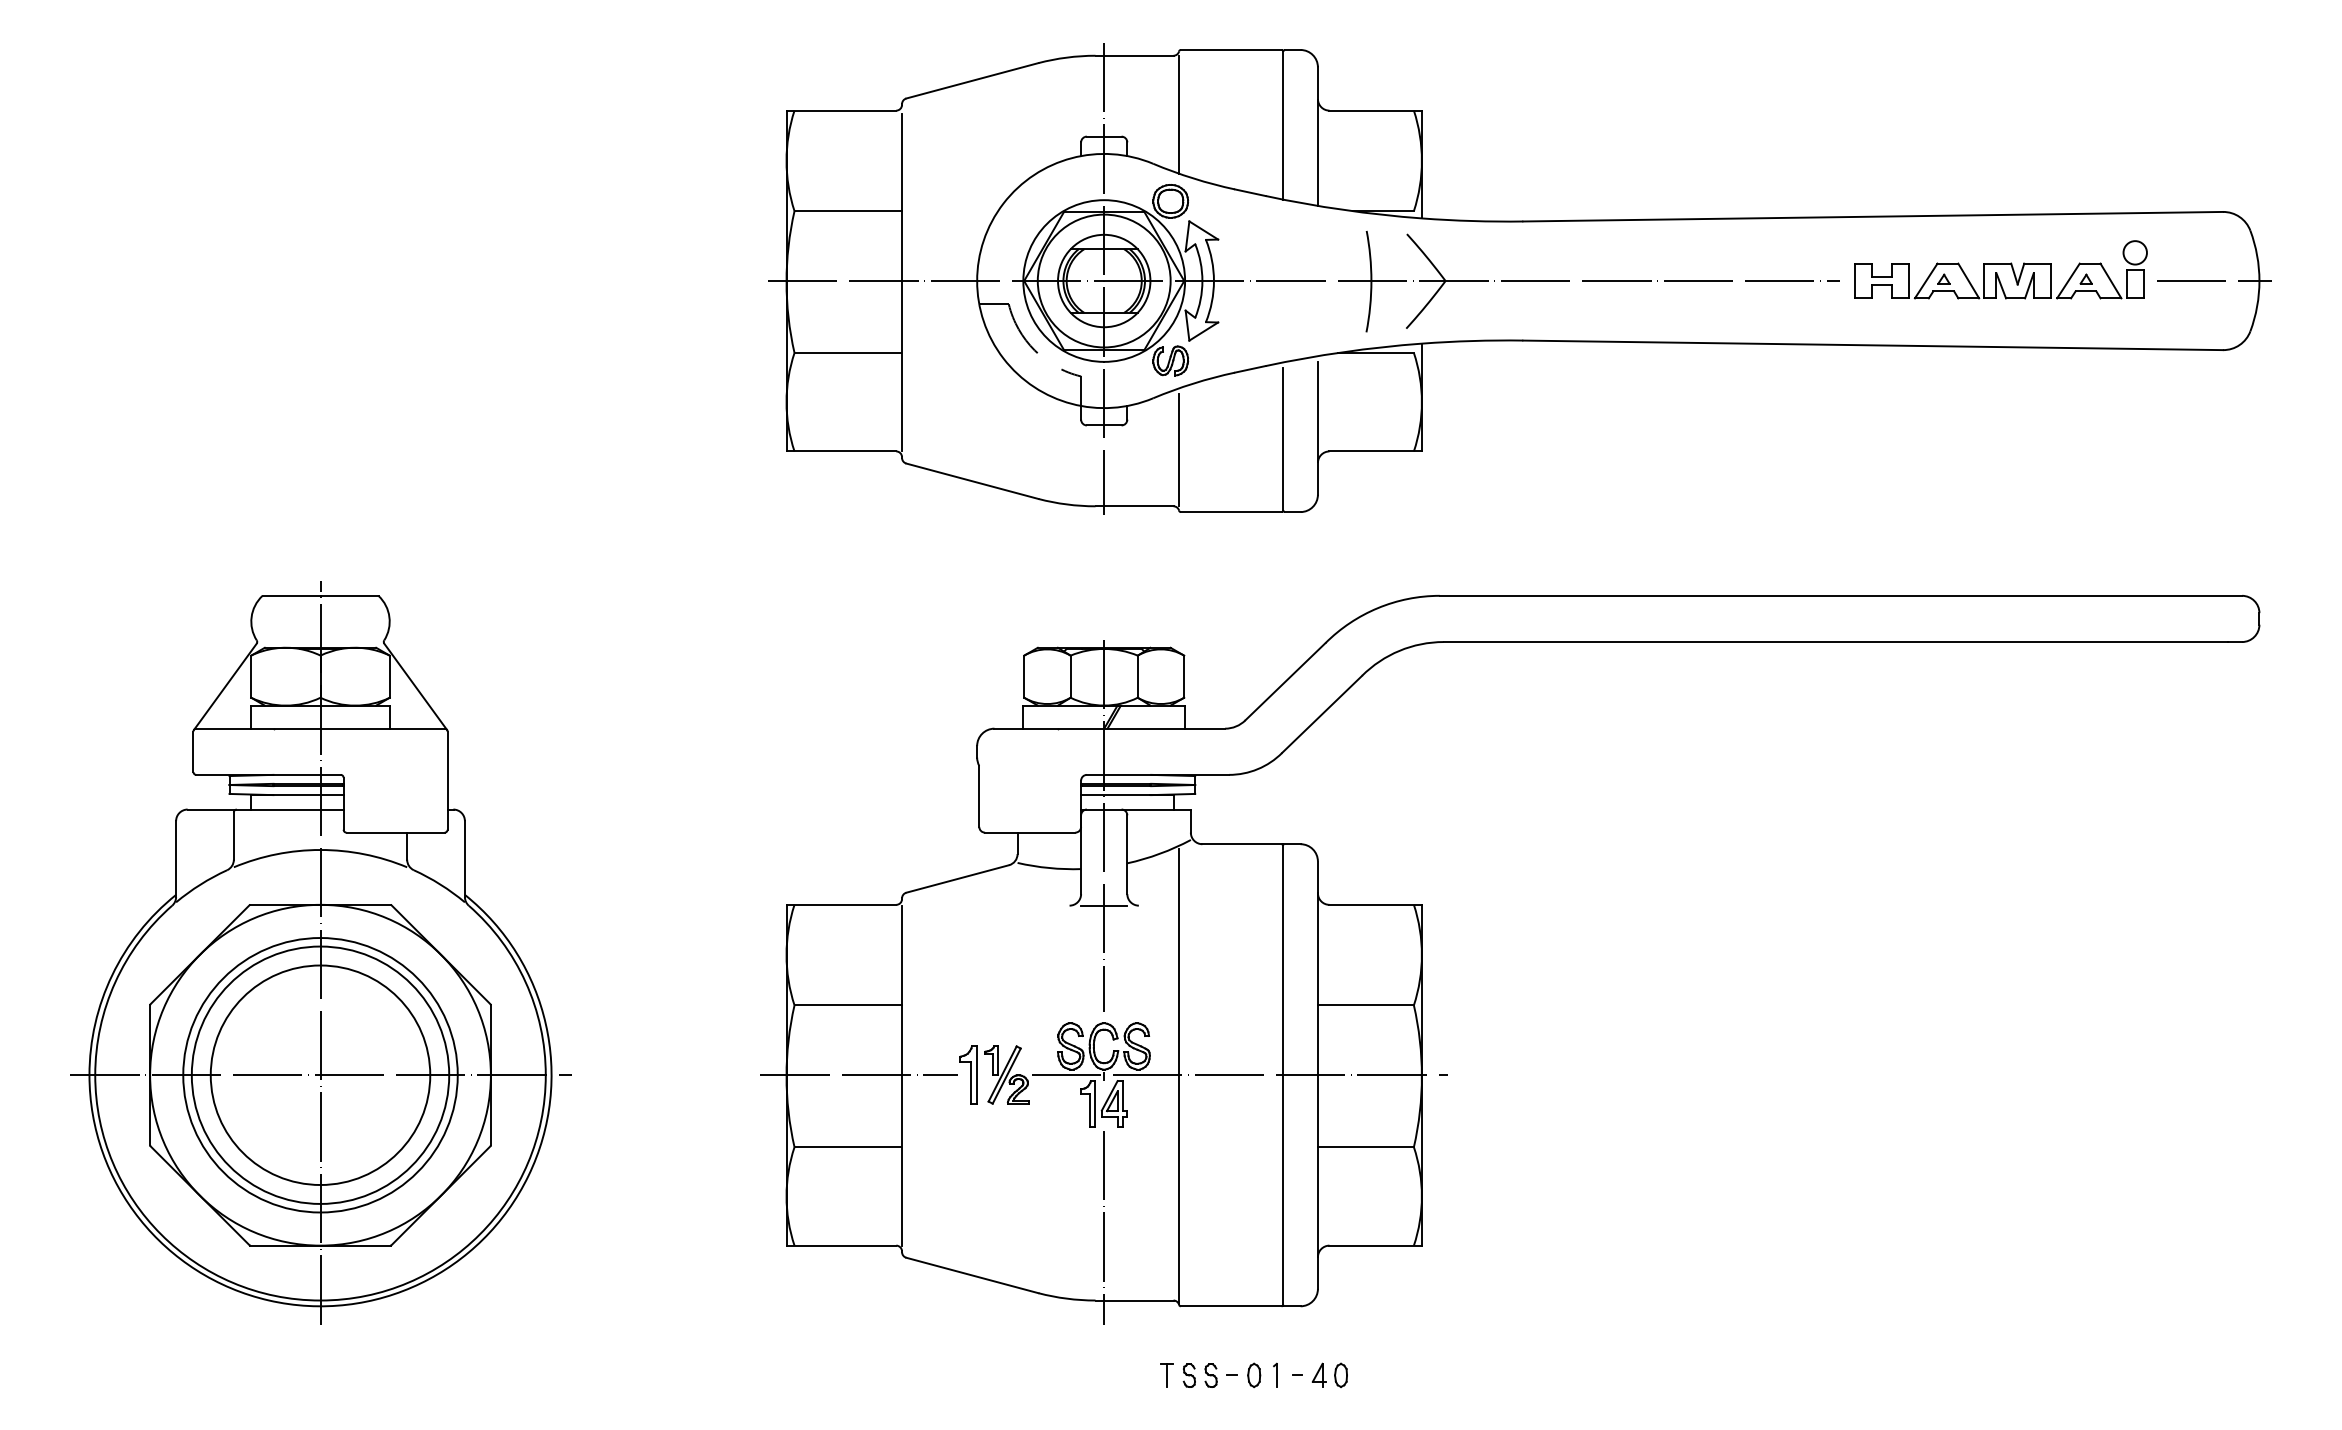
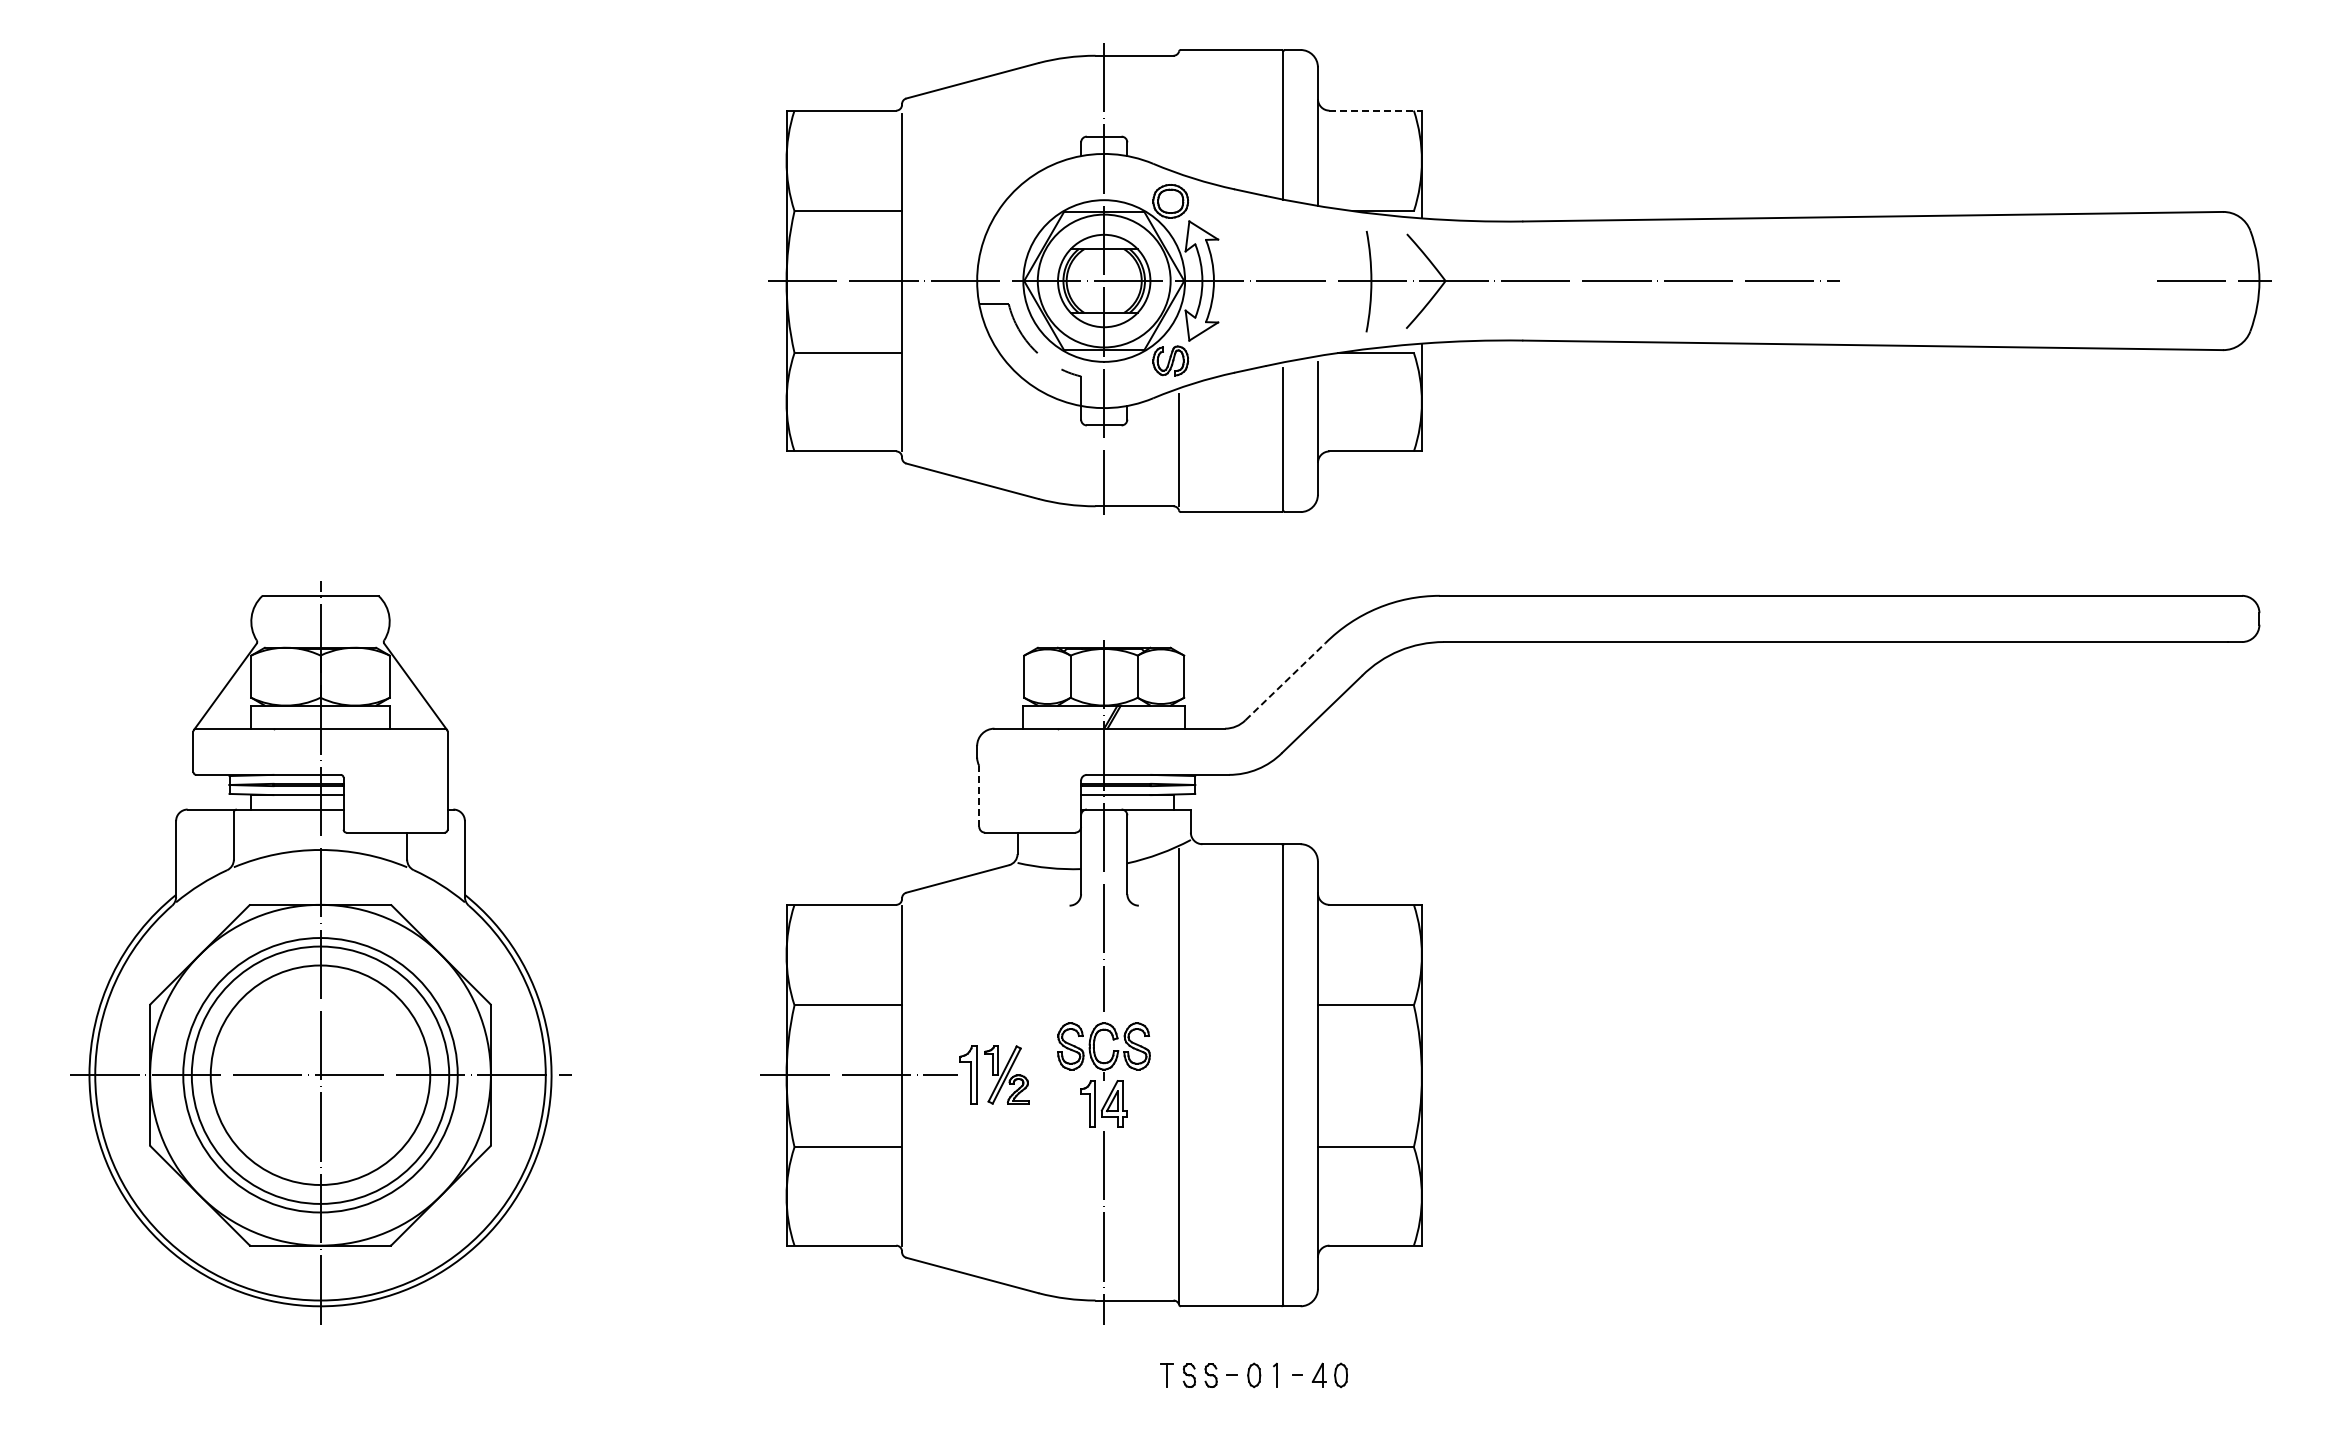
line at (1376, 110): solid -> dashed
line at (1179, 114): present -> none
part at (2000, 269): present -> none
line at (1285, 681): solid -> dashed
line at (979, 795): solid -> dashed
line at (1104, 905): present -> none
line at (1239, 1075): present -> none
